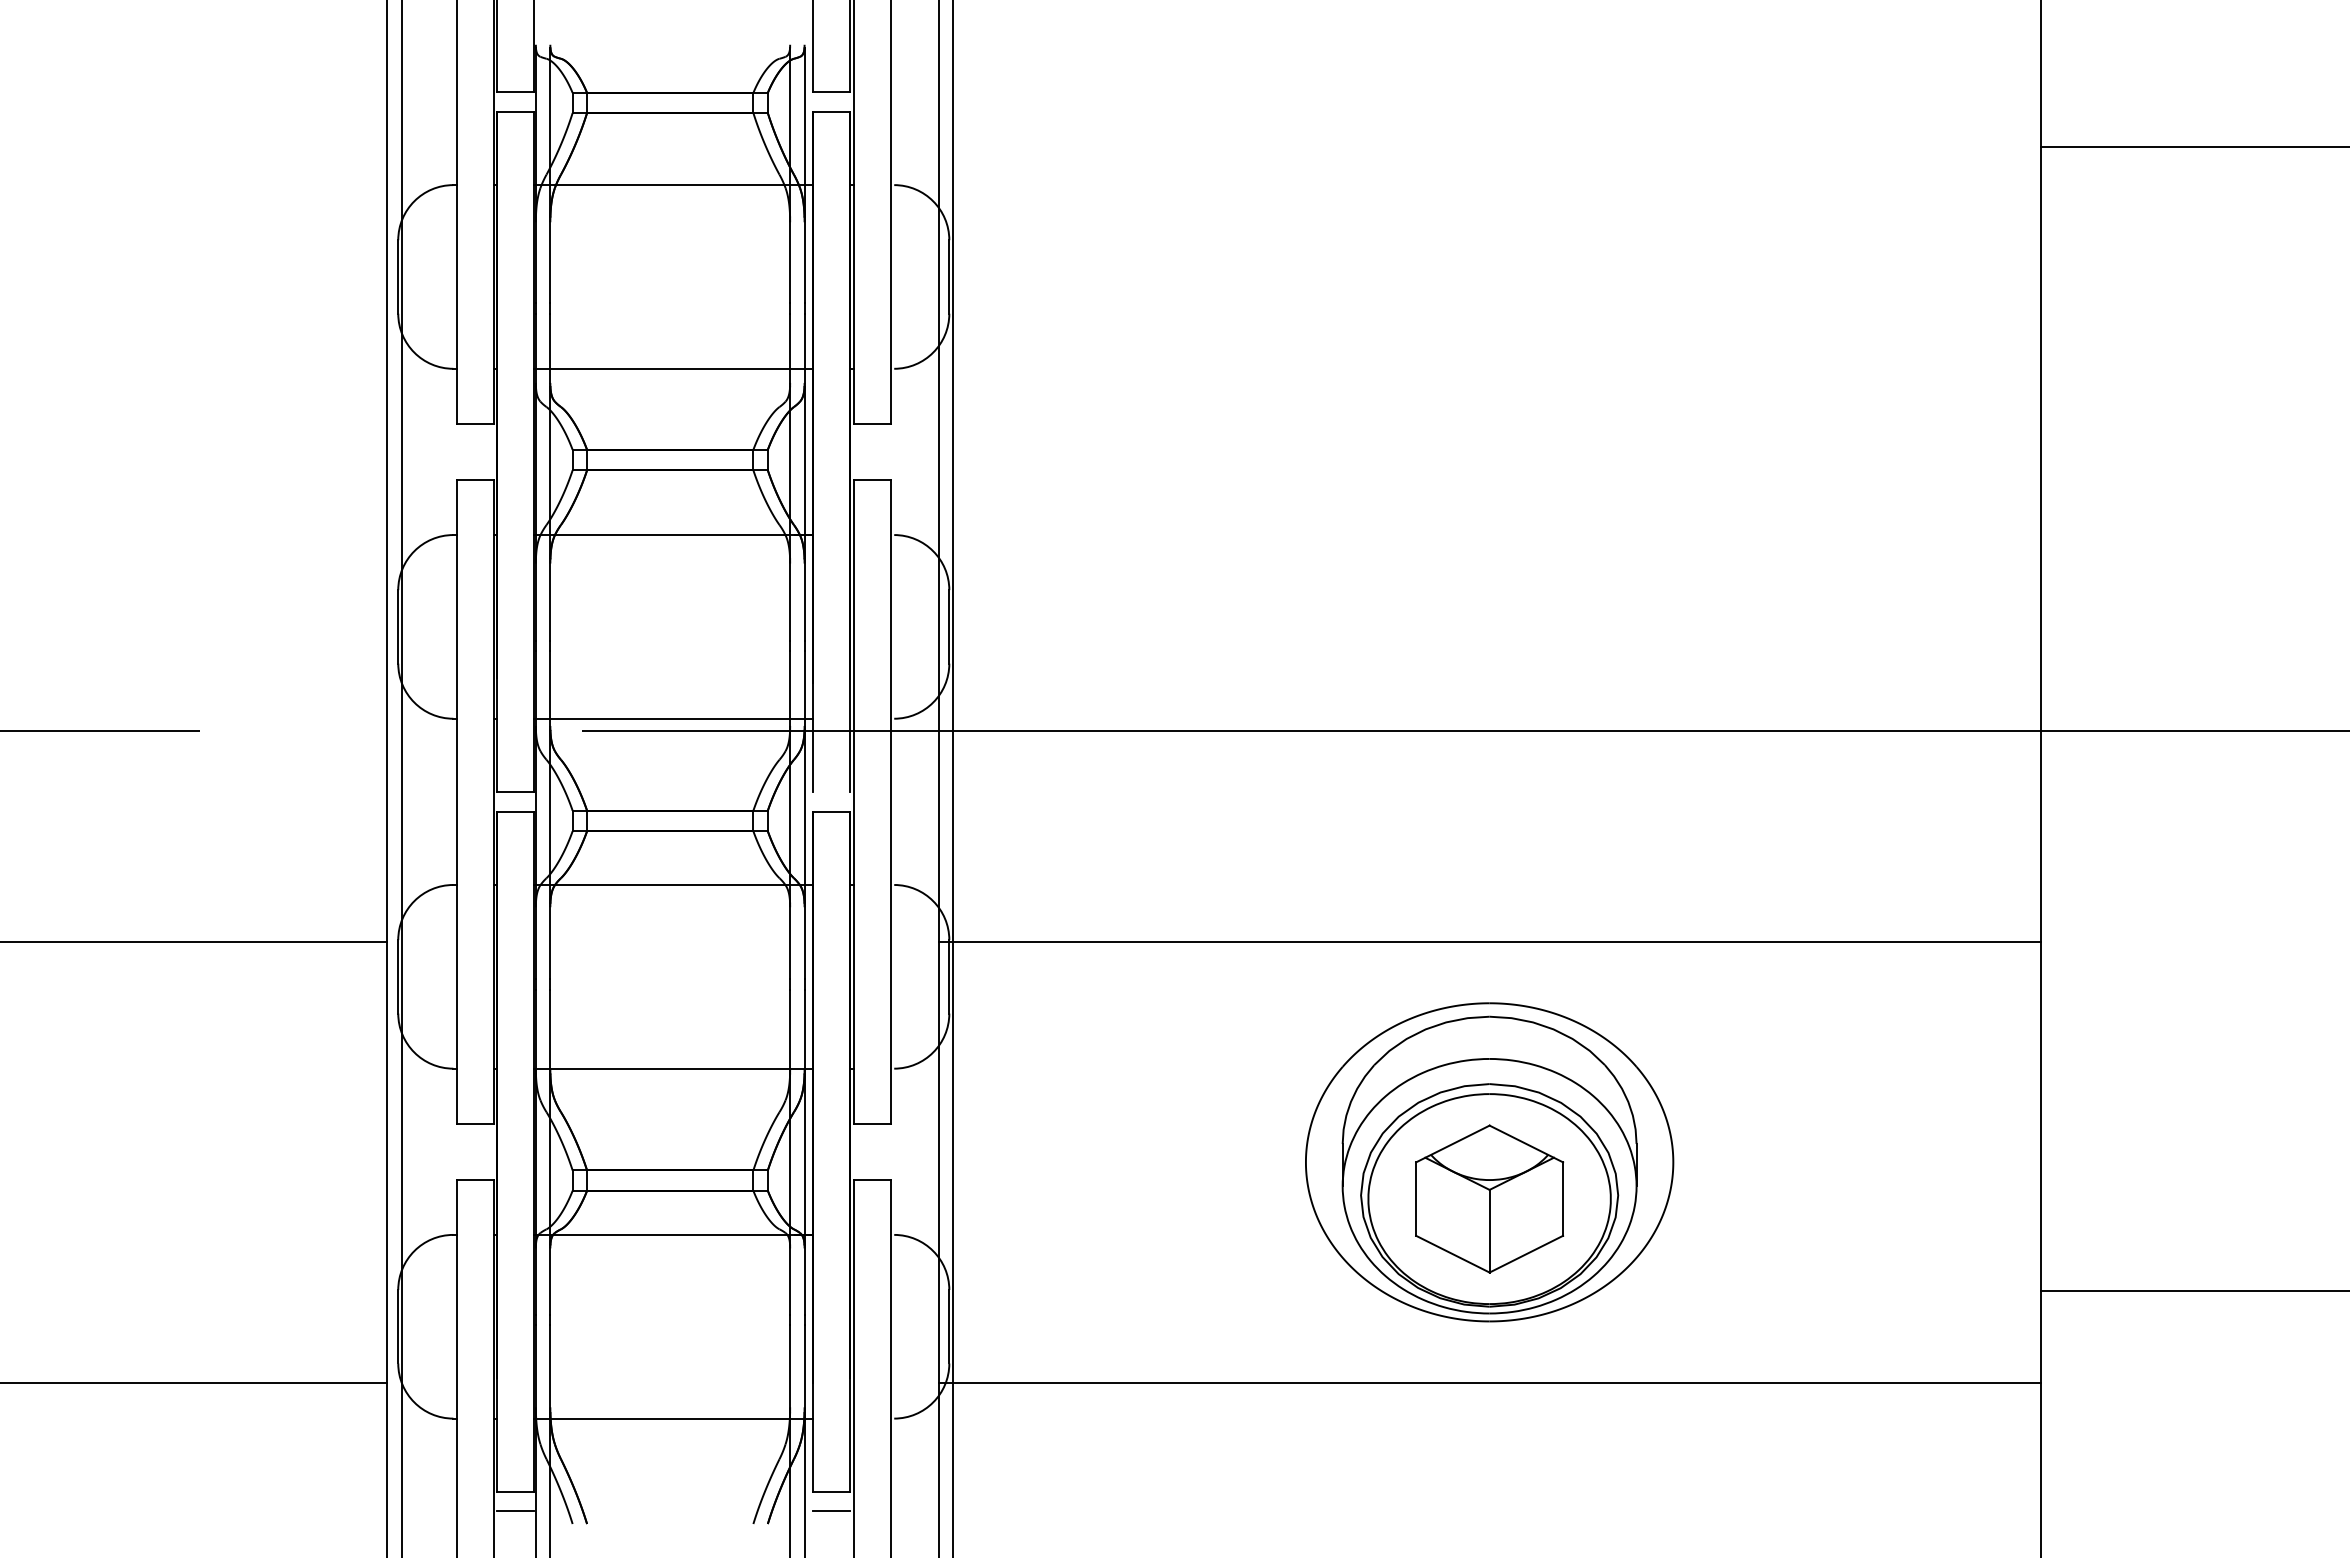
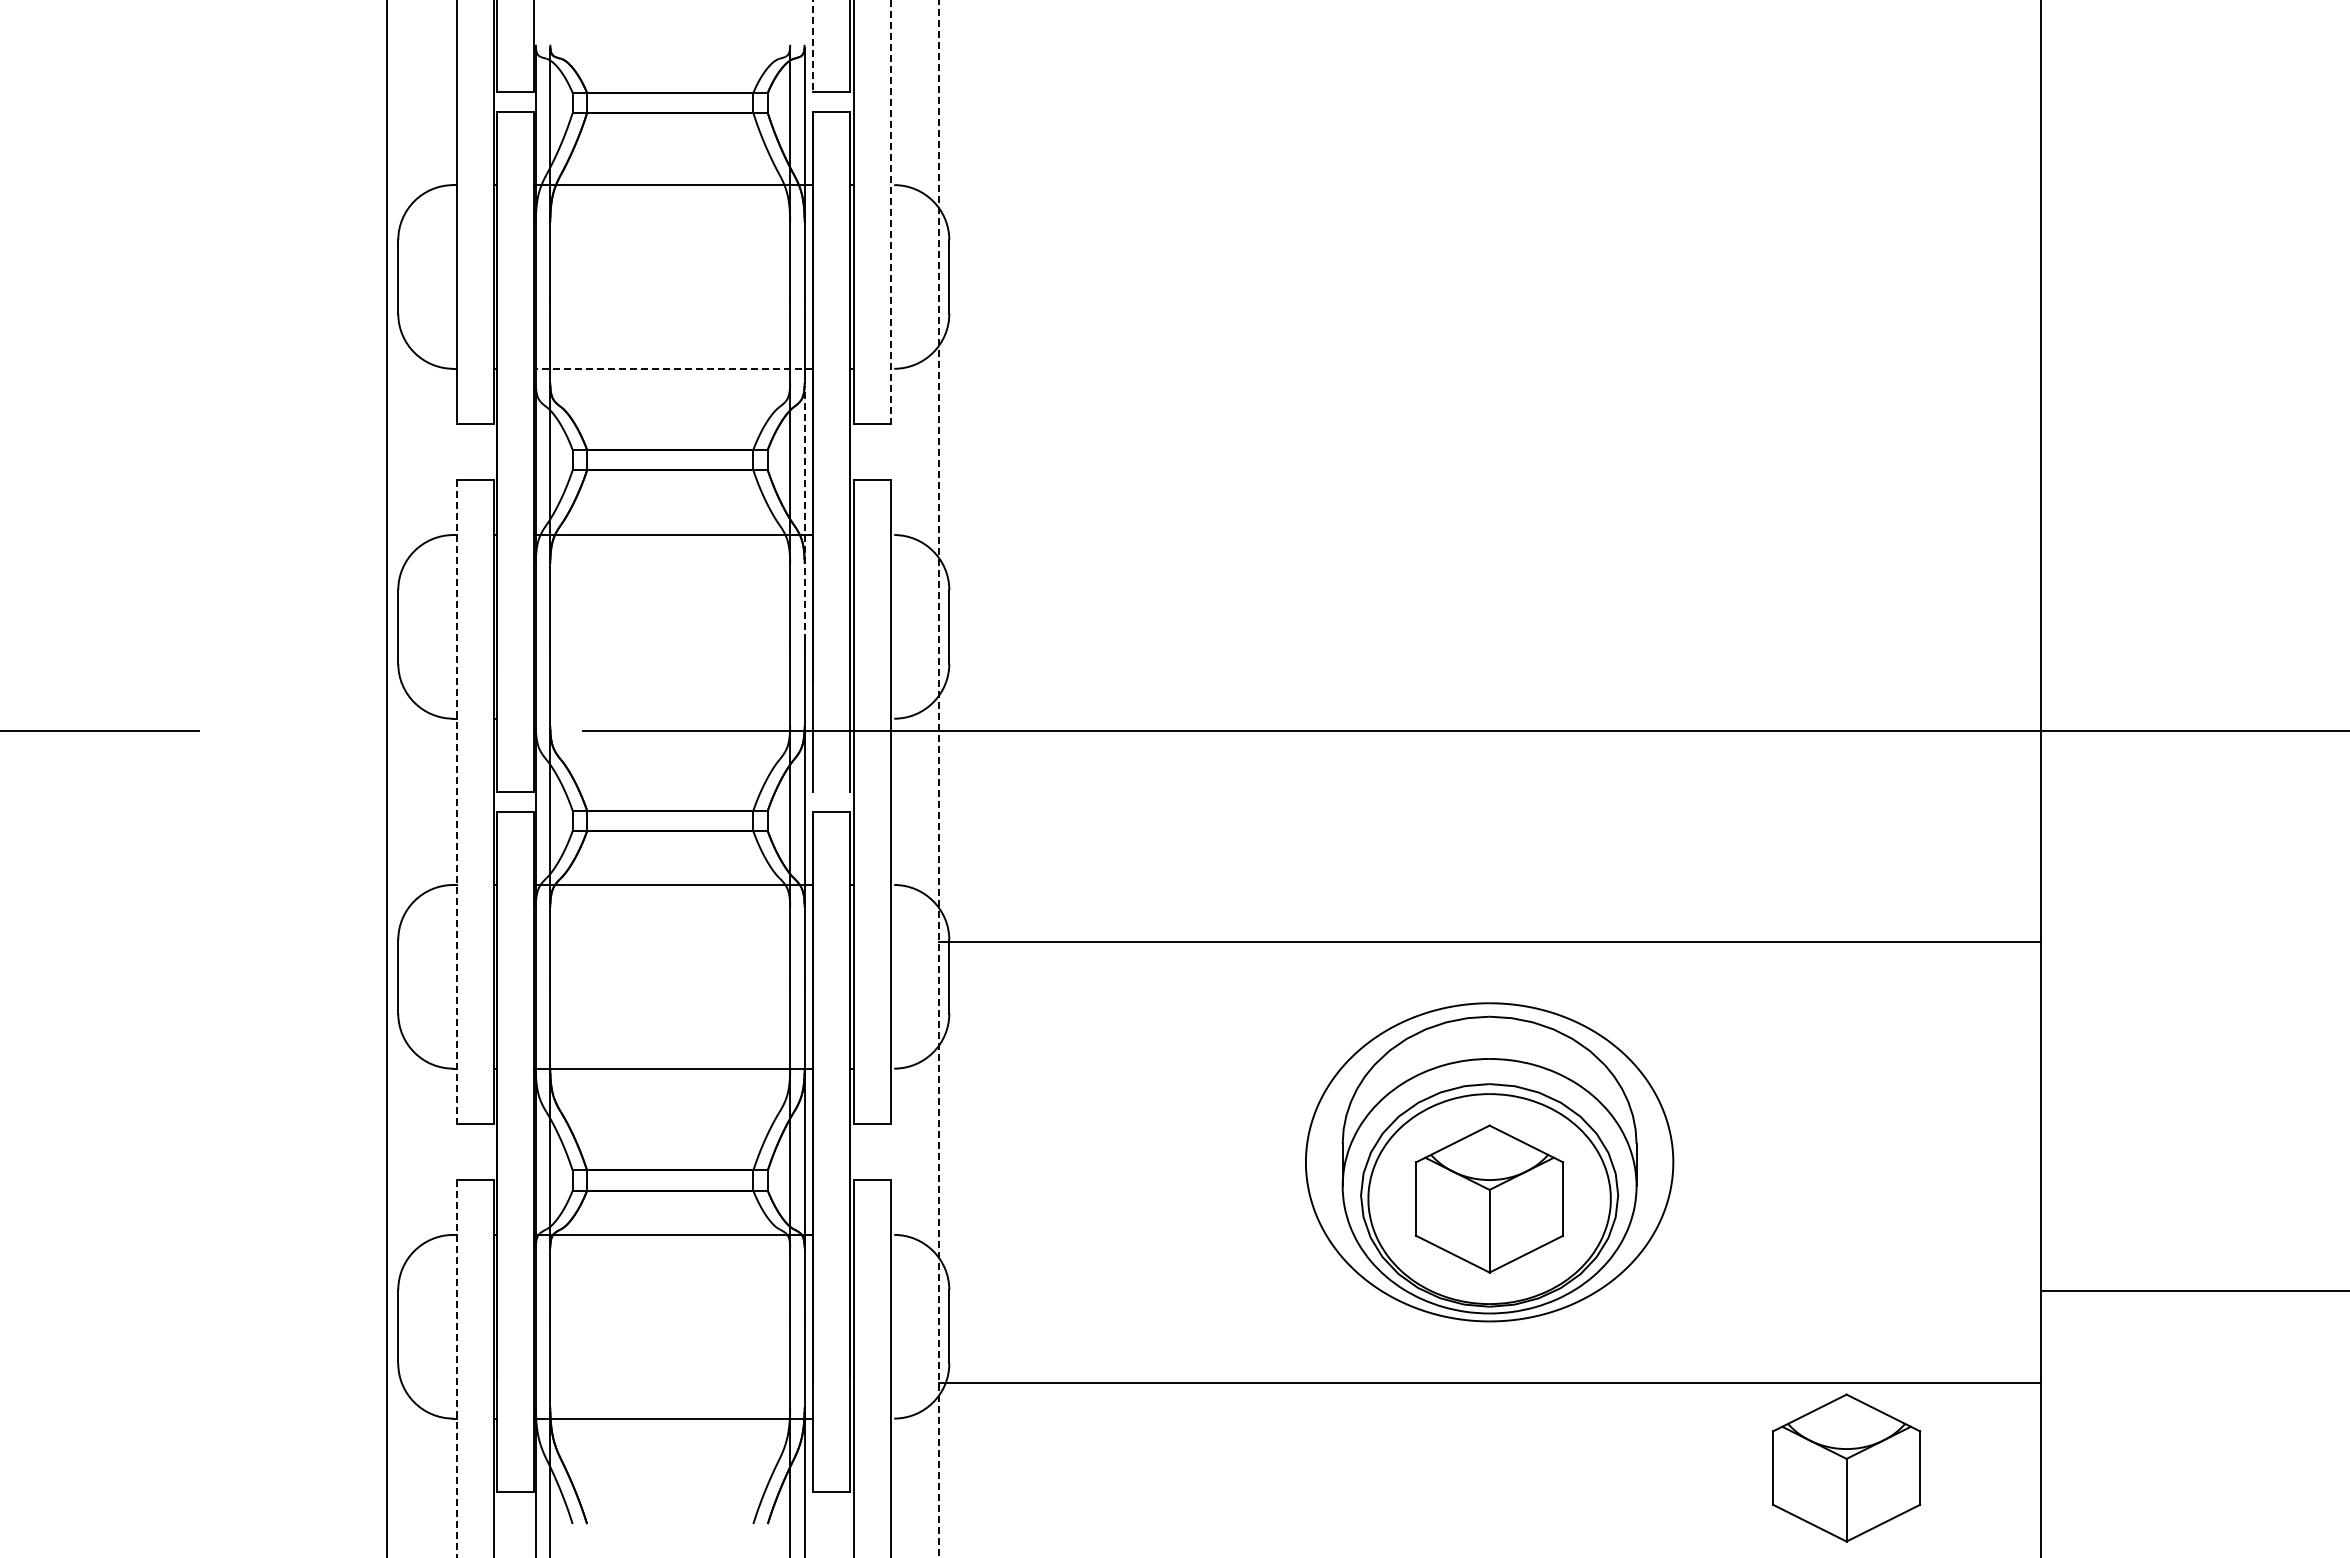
line at (813, 46): solid -> dashed
line at (2193, 147): present -> none
line at (890, 211): solid -> dashed
line at (673, 368): solid -> dashed
line at (804, 513): solid -> dashed
line at (673, 718): present -> none
line at (401, 778): present -> none
line at (953, 778): present -> none
line at (938, 779): solid -> dashed
line at (457, 801): solid -> dashed
line at (194, 941): present -> none
line at (457, 1368): solid -> dashed
line at (194, 1382): present -> none
part at (1846, 1467): none -> present
line at (515, 1511): present -> none
line at (831, 1511): present -> none
